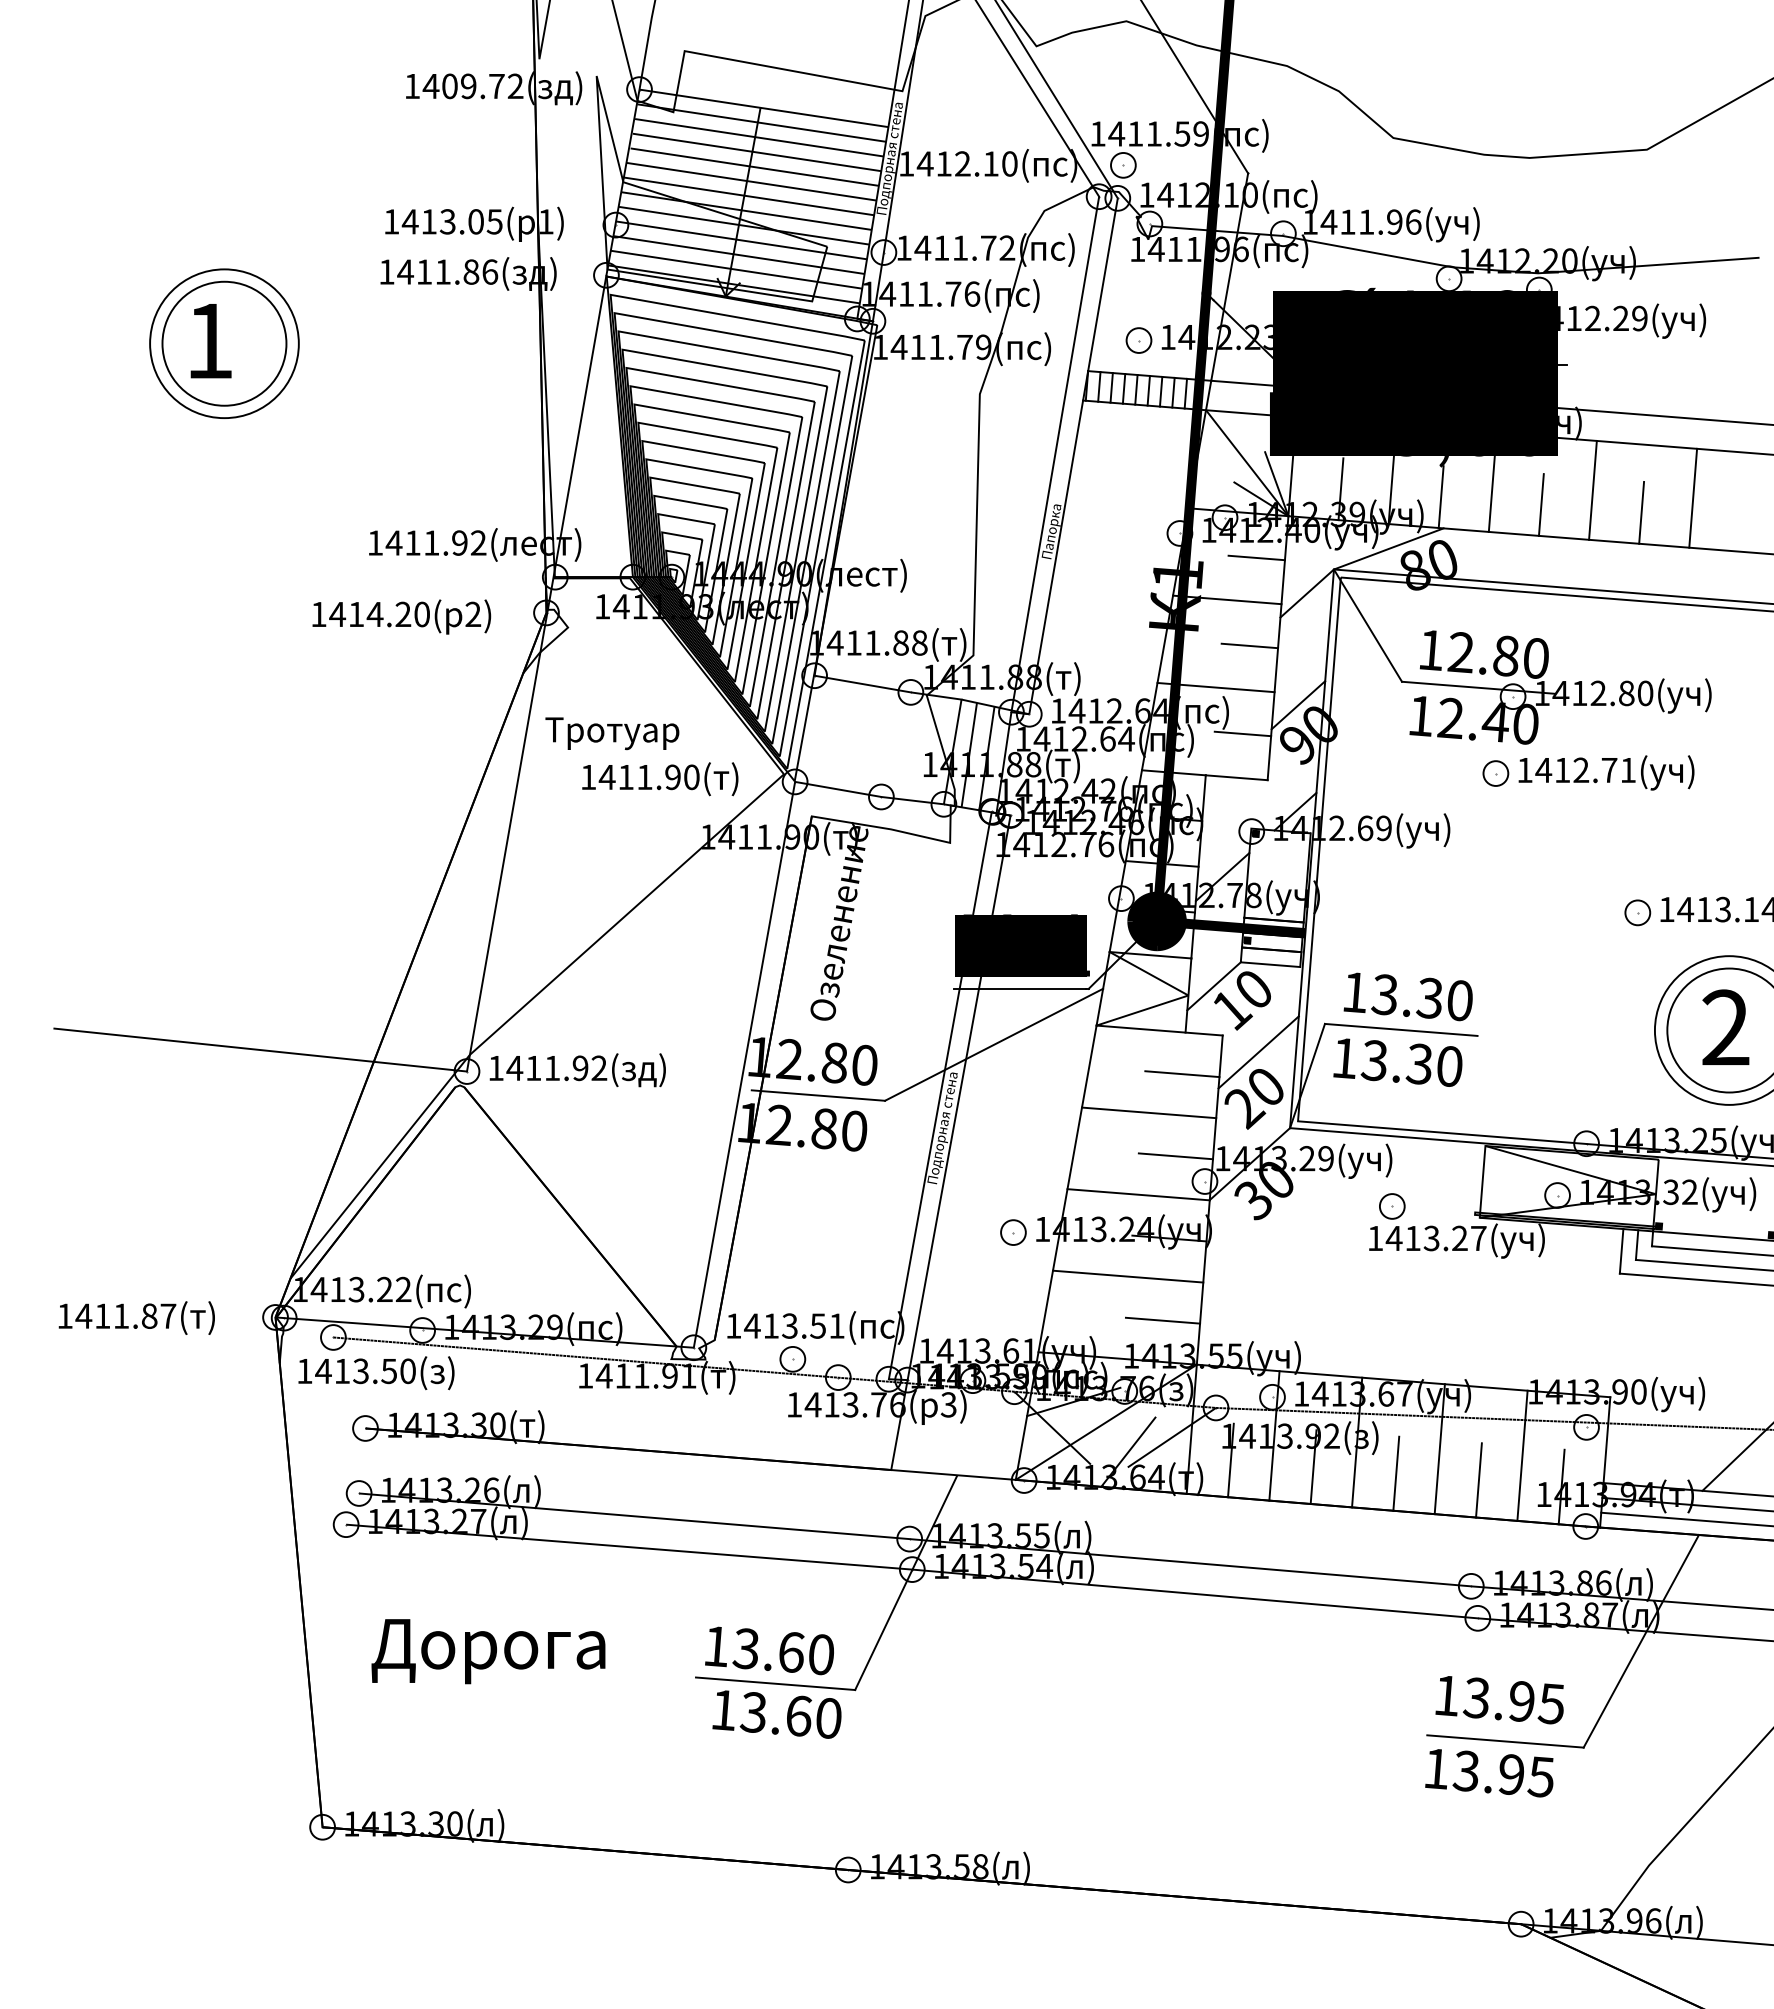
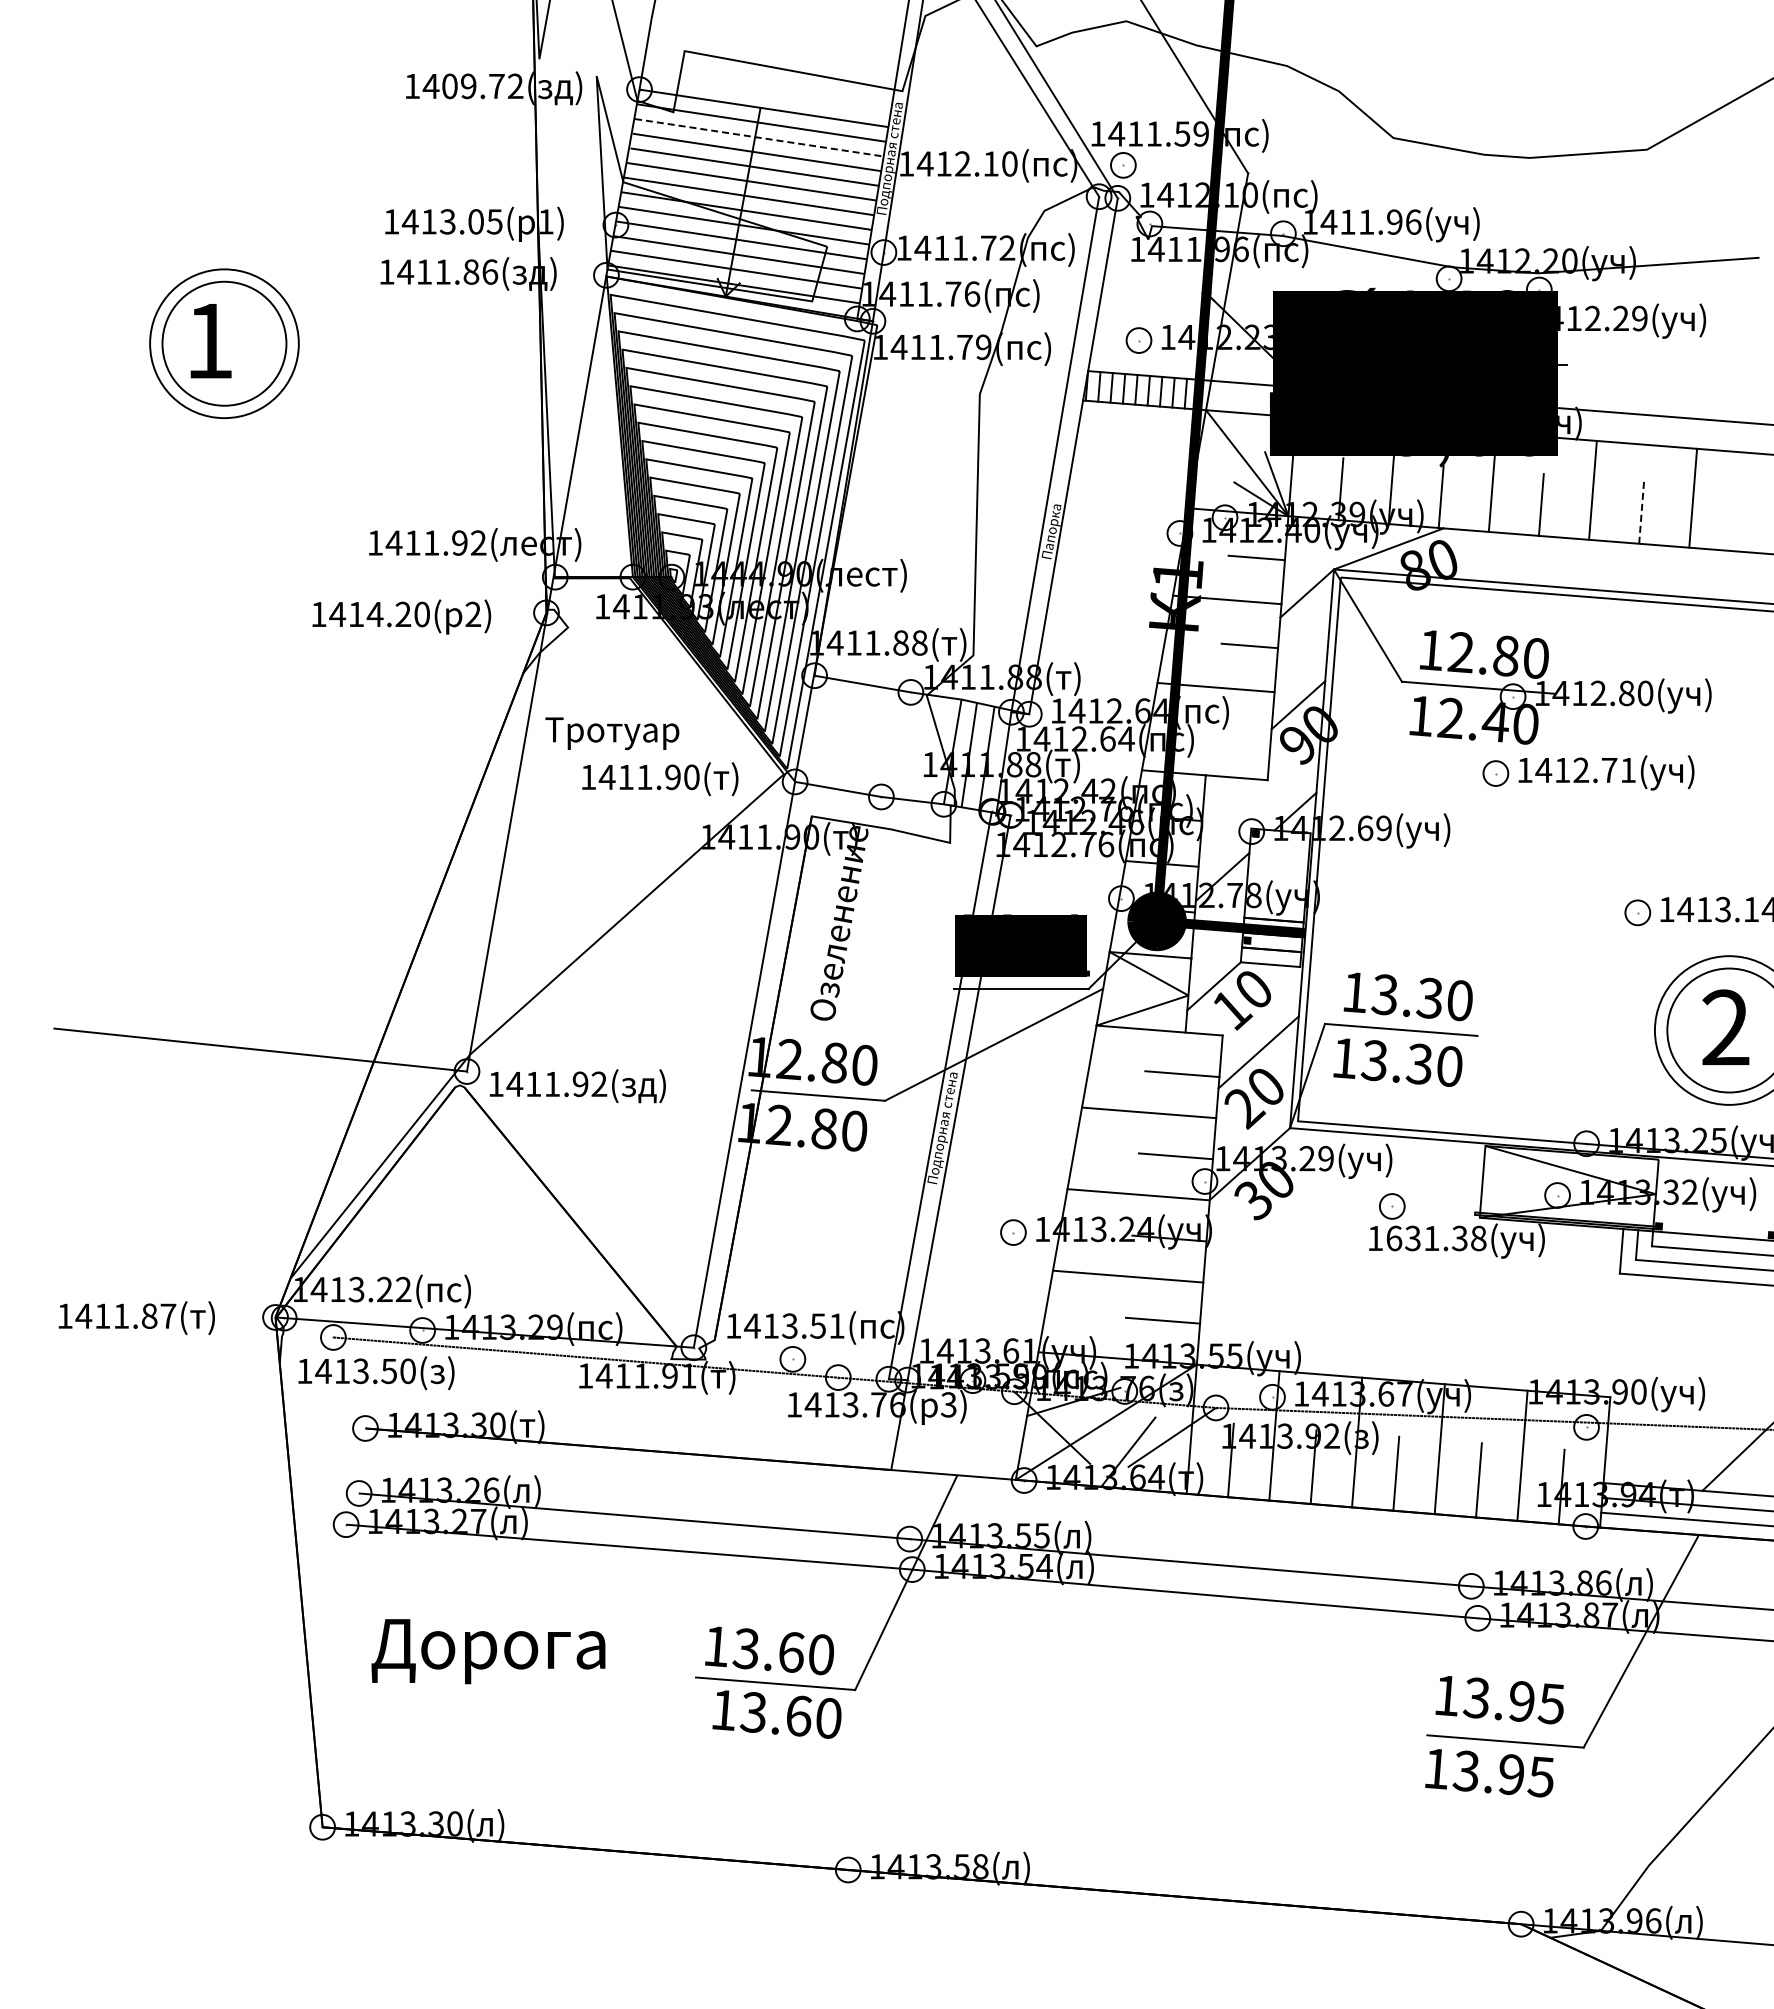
line at (759, 137): solid -> dashed
line at (1641, 512): solid -> dashed
line at (1242, 733): present -> none
text at (577, 1070) position: (577, 1070) -> (577, 1086)
text at (1435, 1238): 1413.27( -> 1631.38(
